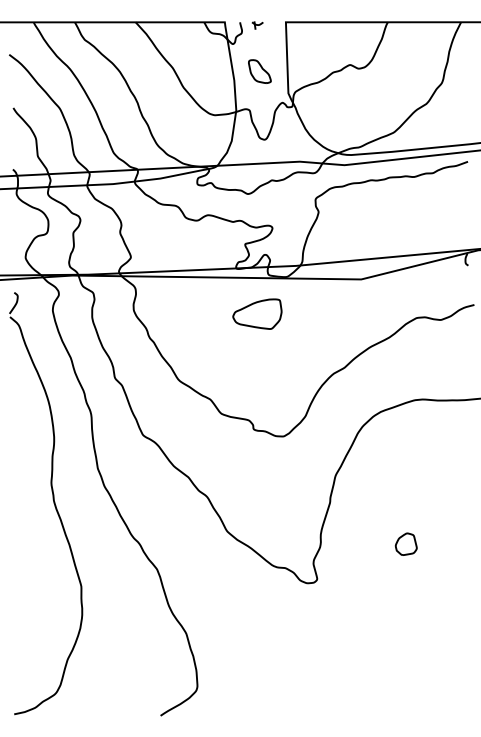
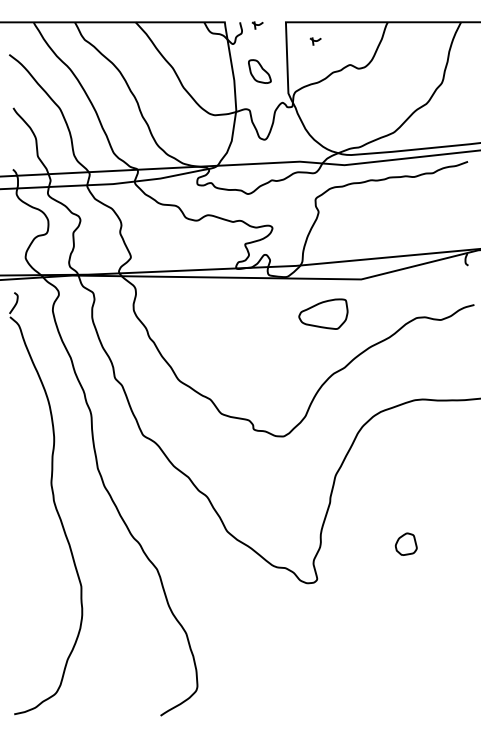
part at (315, 41): none -> present
part at (257, 313) position: (257, 313) -> (323, 313)
